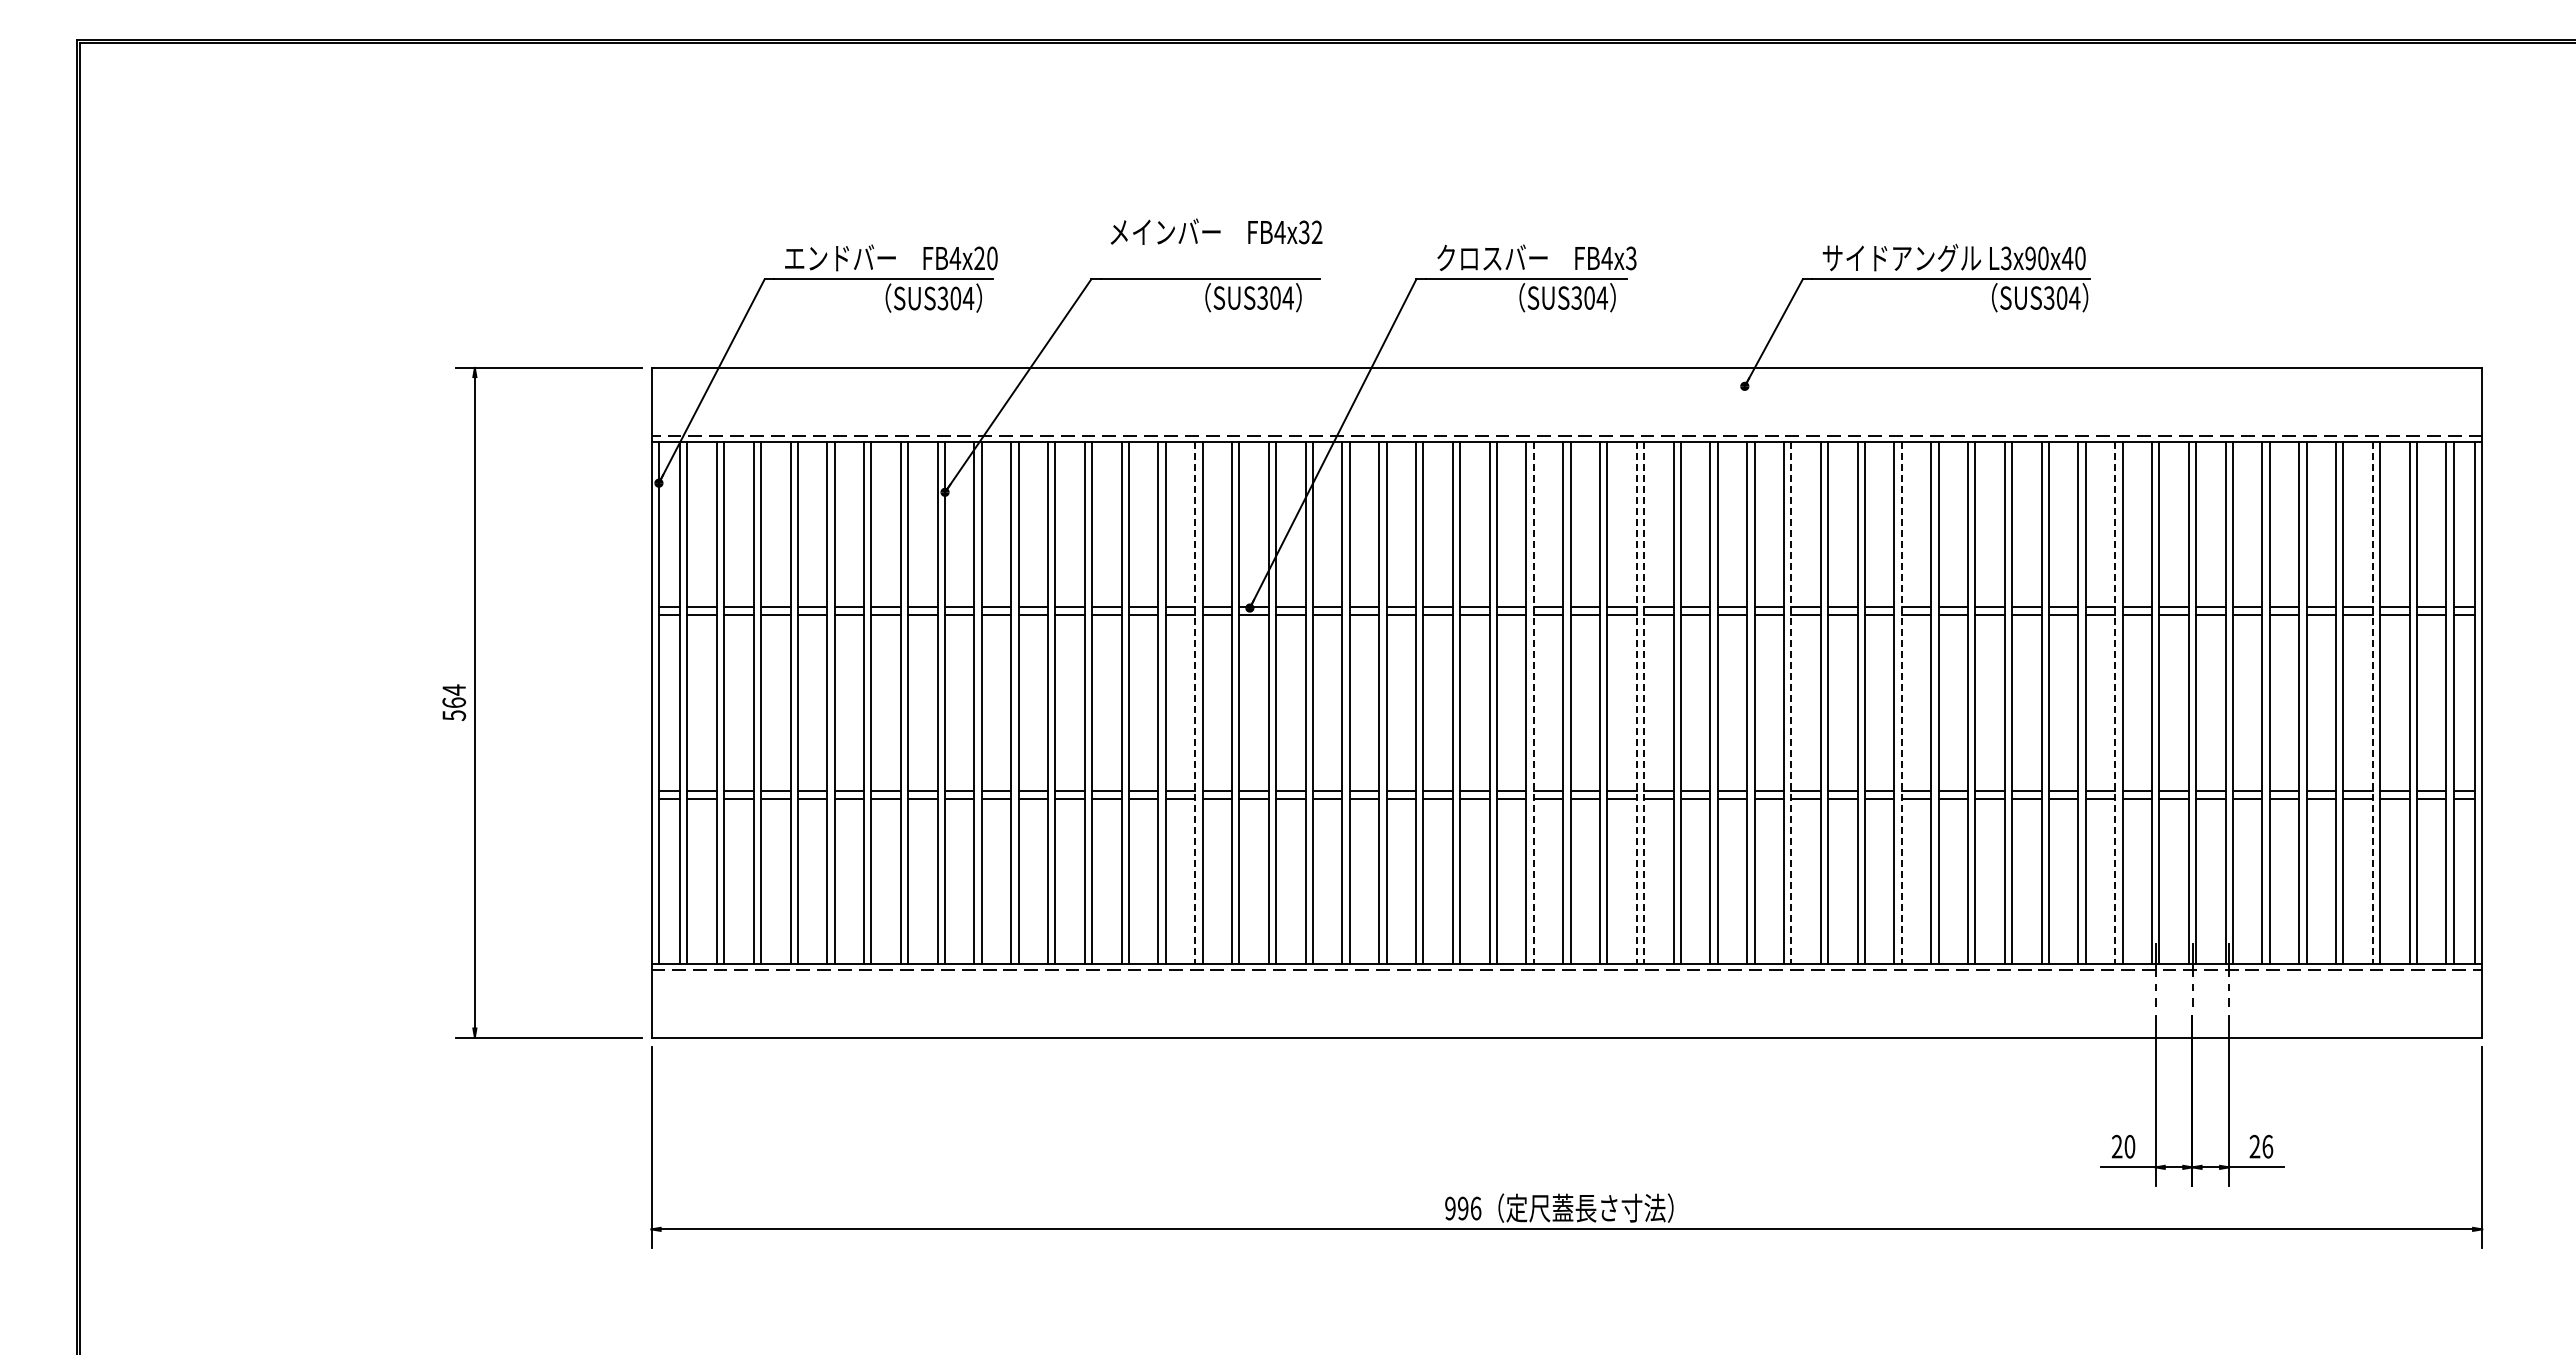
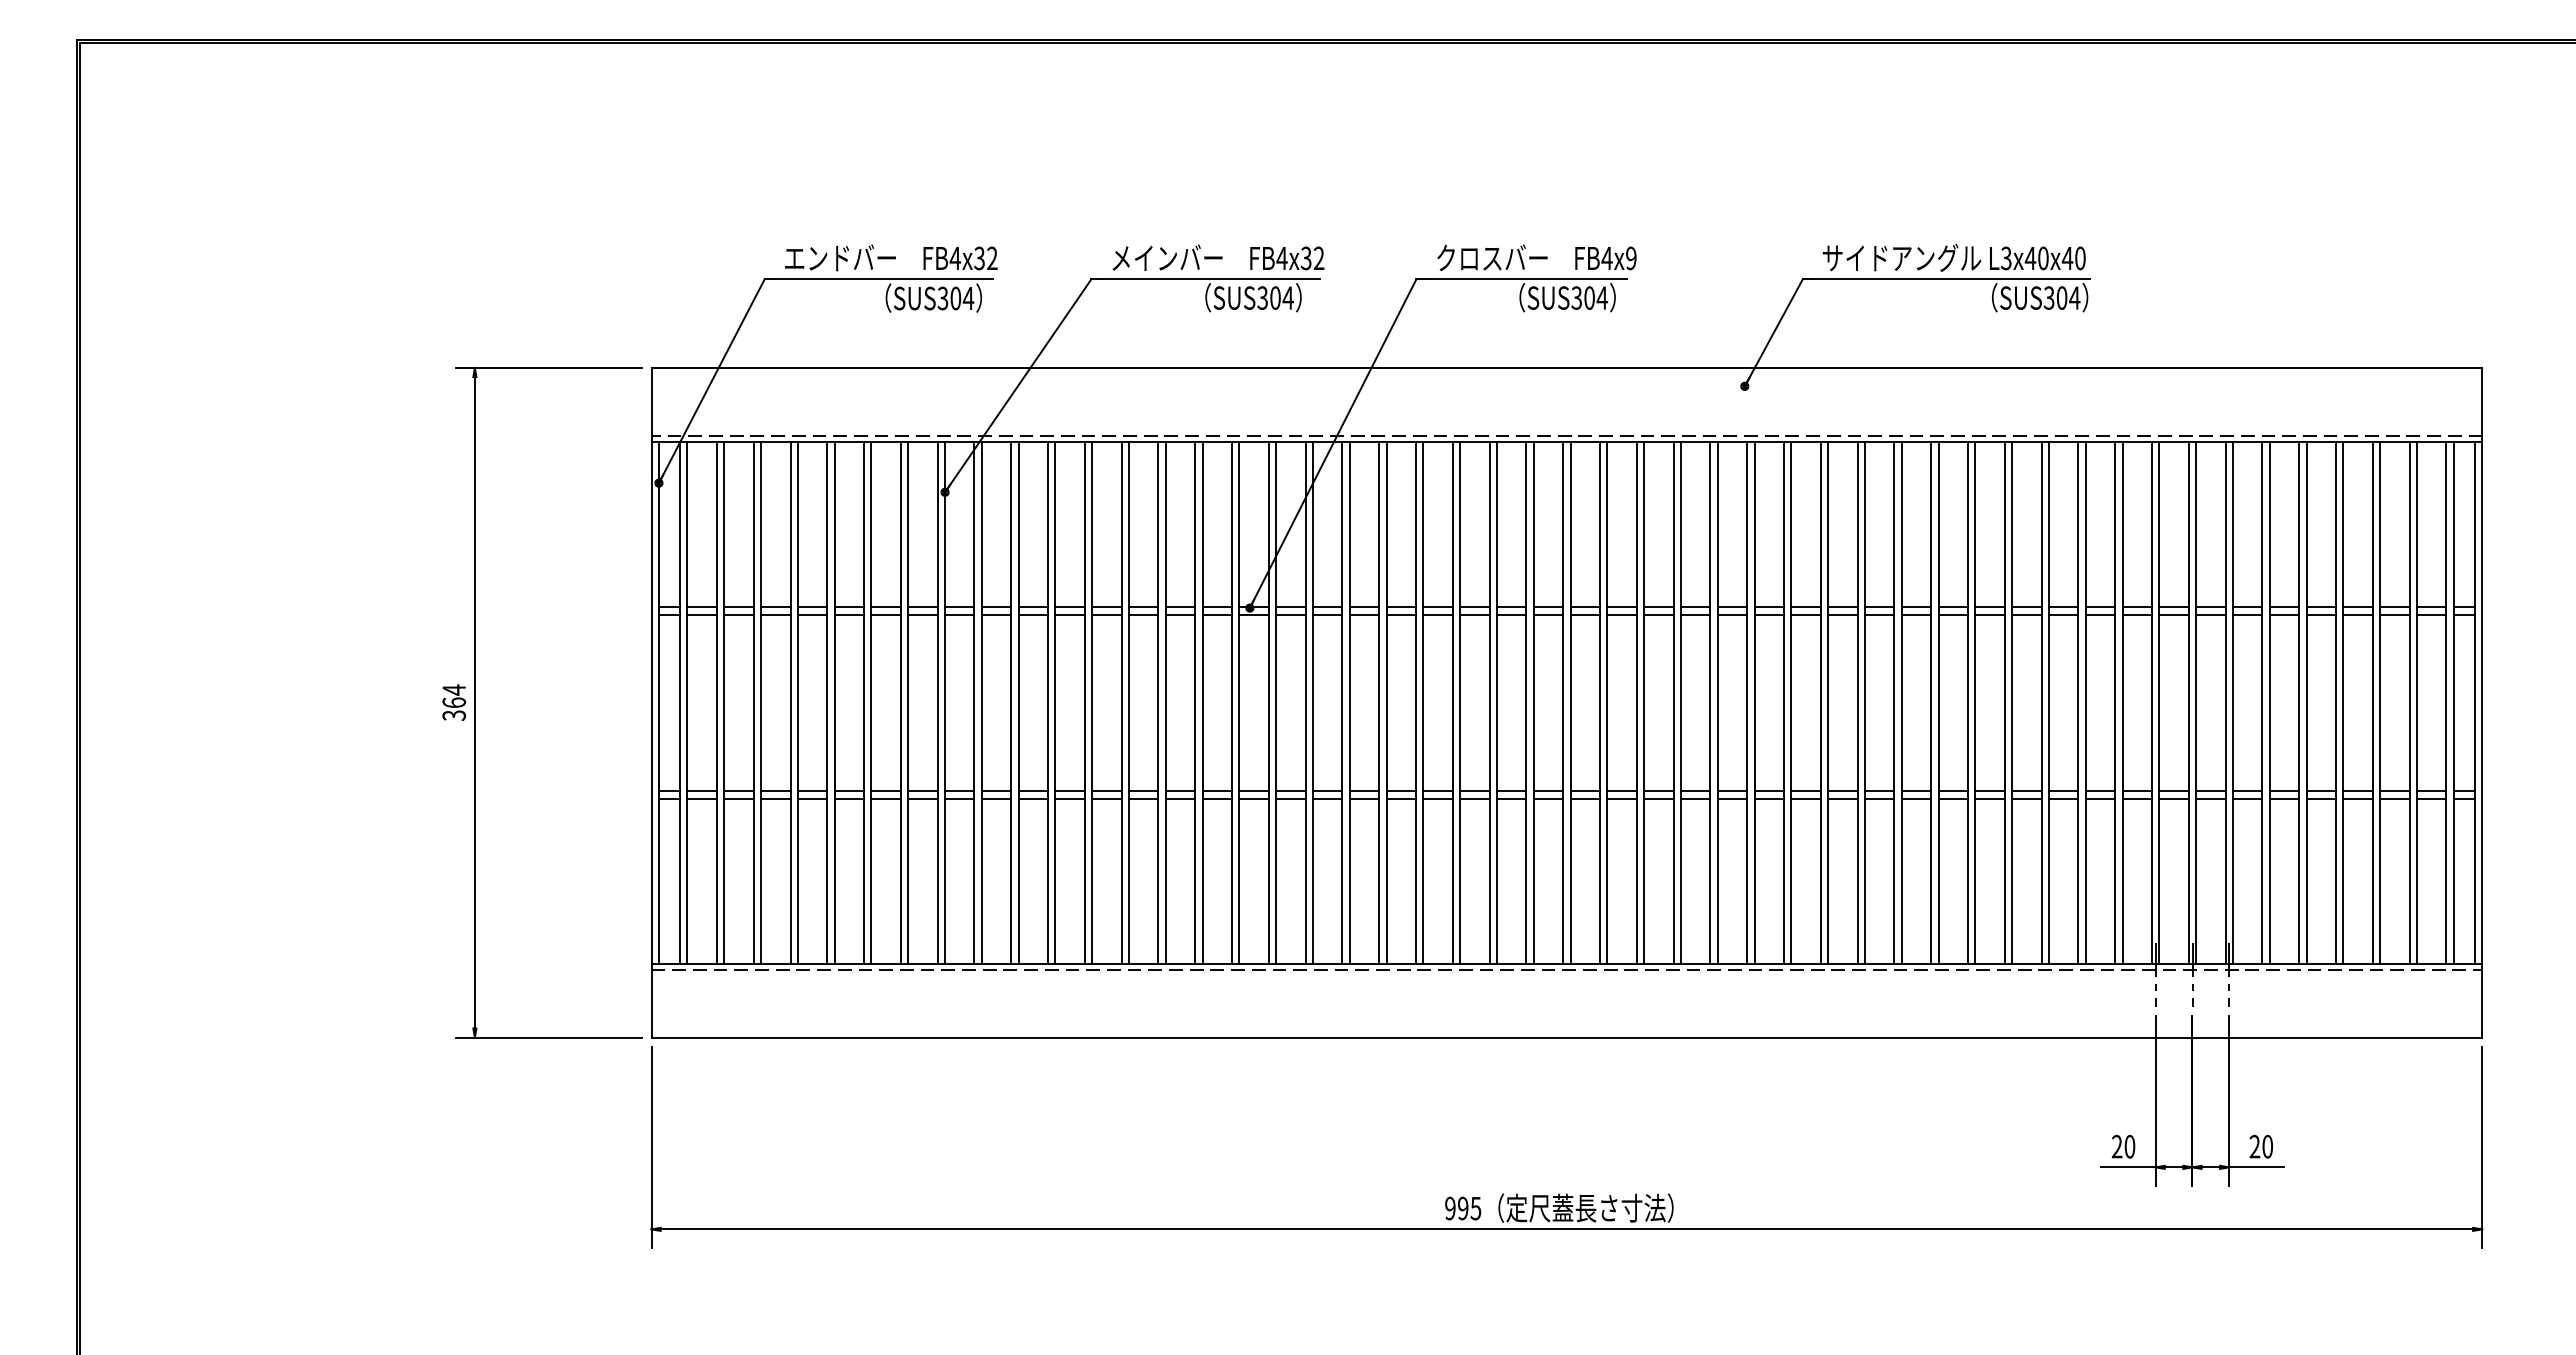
text at (1216, 231) position: (1216, 231) -> (1218, 257)
text at (985, 258): FB4x20 -> FB4x32
text at (1631, 258): FB4x3 -> FB4x9
text at (2030, 258): L3x90x40 -> L3x40x40
line at (1195, 703): dashed -> solid
line at (1533, 703): dashed -> solid
line at (1636, 703): dashed -> solid
line at (1644, 703): dashed -> solid
line at (1791, 703): dashed -> solid
line at (1901, 703): dashed -> solid
line at (2115, 703): dashed -> solid
line at (2372, 703): dashed -> solid
text at (453, 715): 564 -> 364
text at (2267, 1146): 26 -> 20
text at (1475, 1208): 996 -> 995
